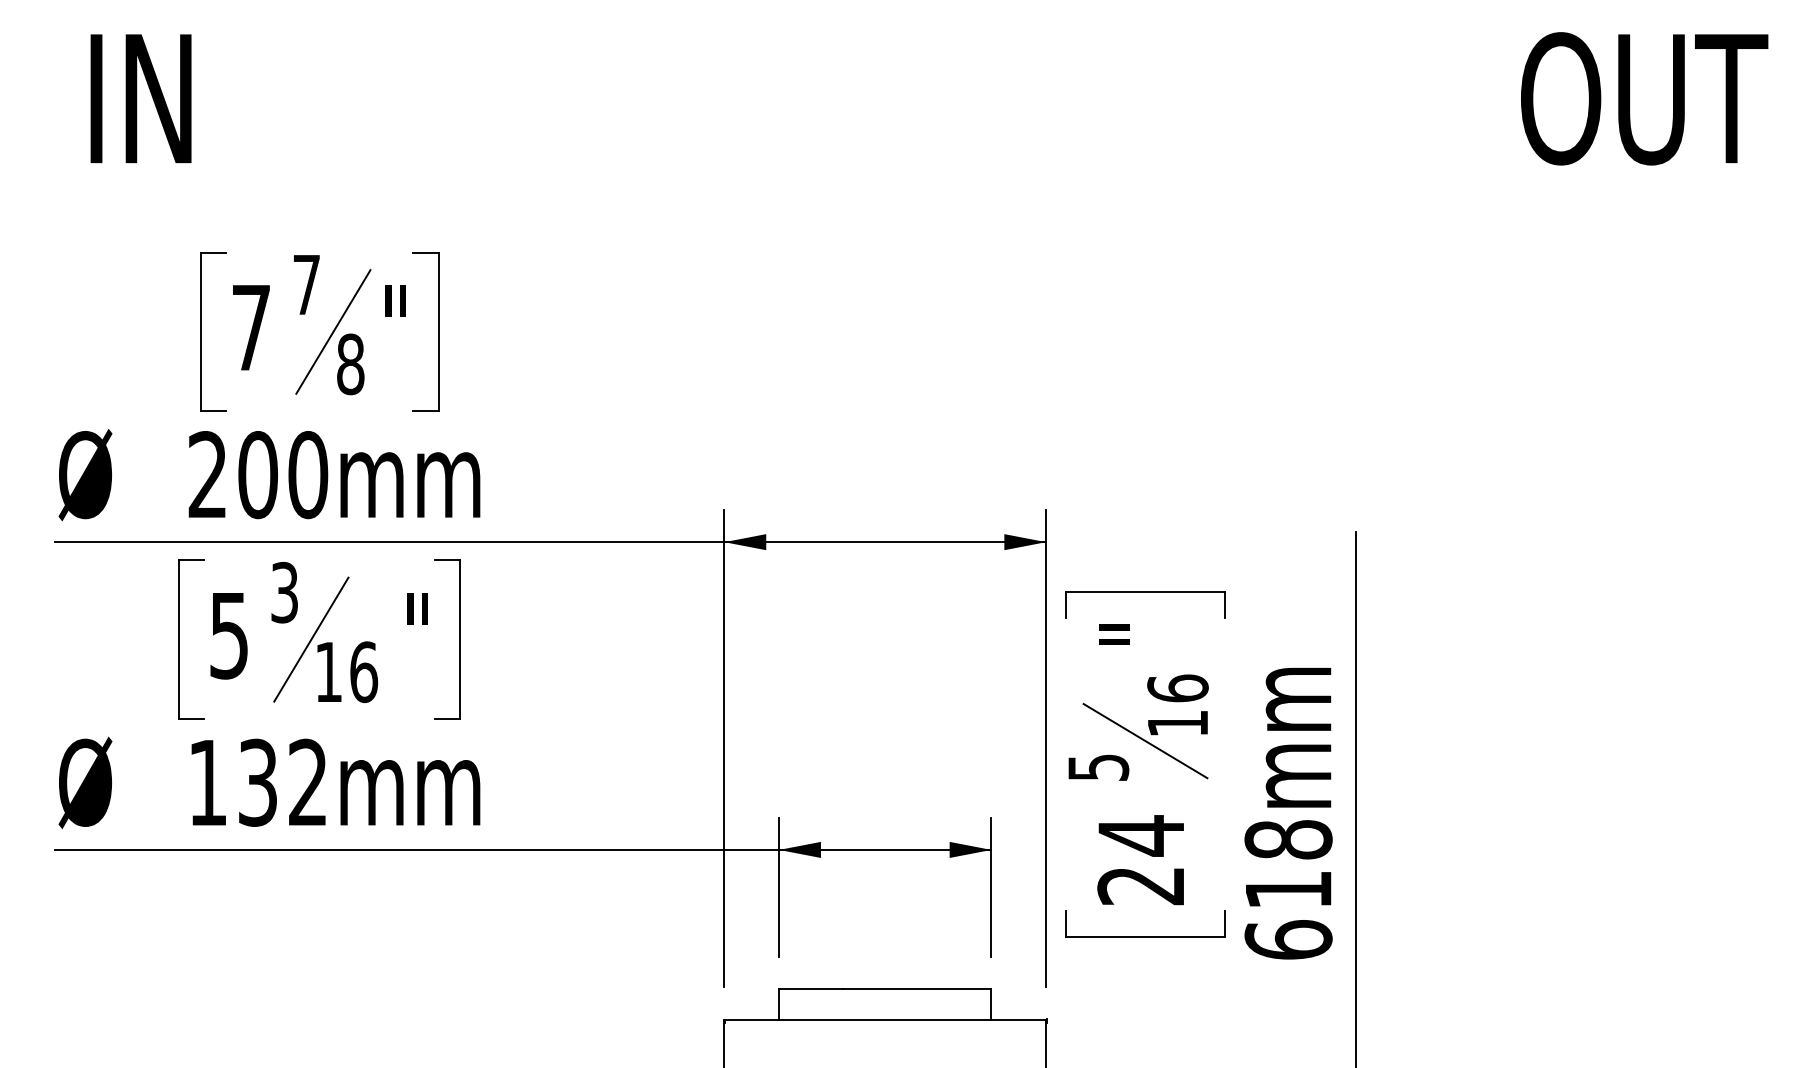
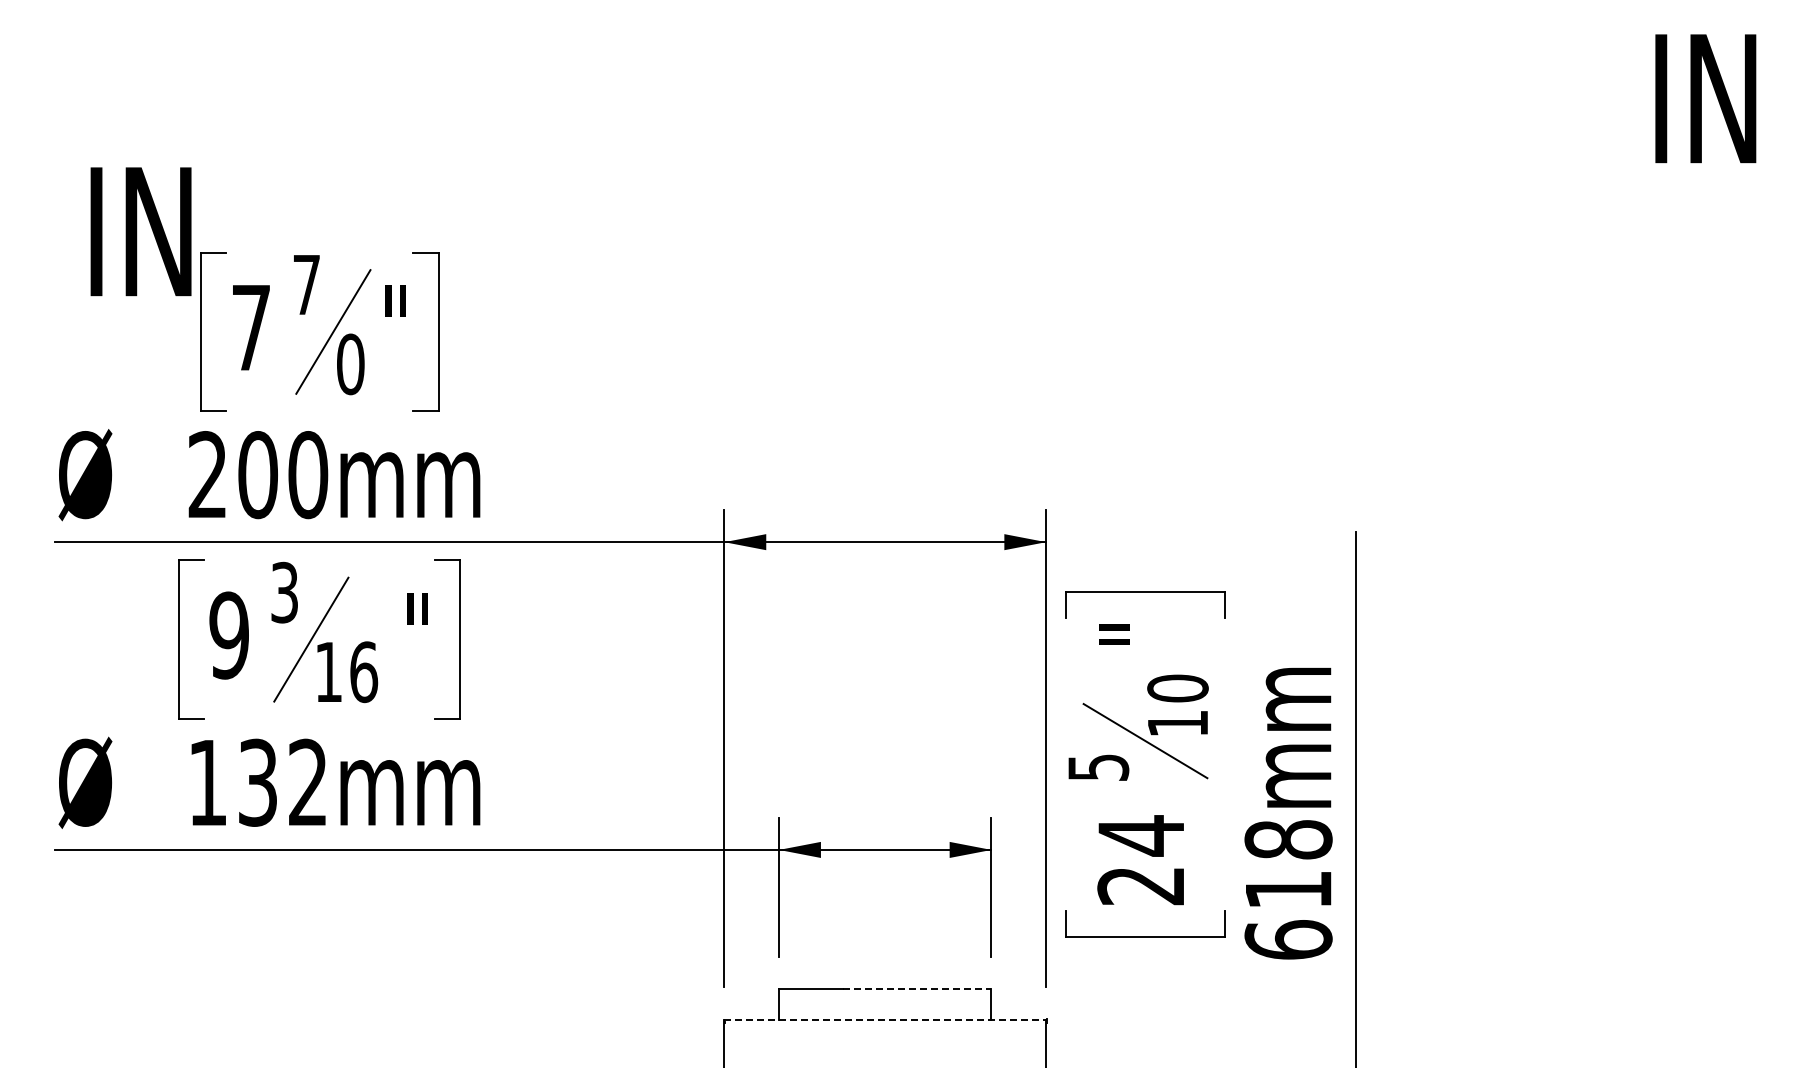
text at (140, 98) position: (140, 98) -> (140, 231)
text at (1644, 98): OUT -> IN
text at (350, 363): 8 -> 0
text at (228, 635): 5 -> 9
text at (1177, 688): 16 -> 10
line at (917, 989): solid -> dashed
line at (885, 1019): solid -> dashed
